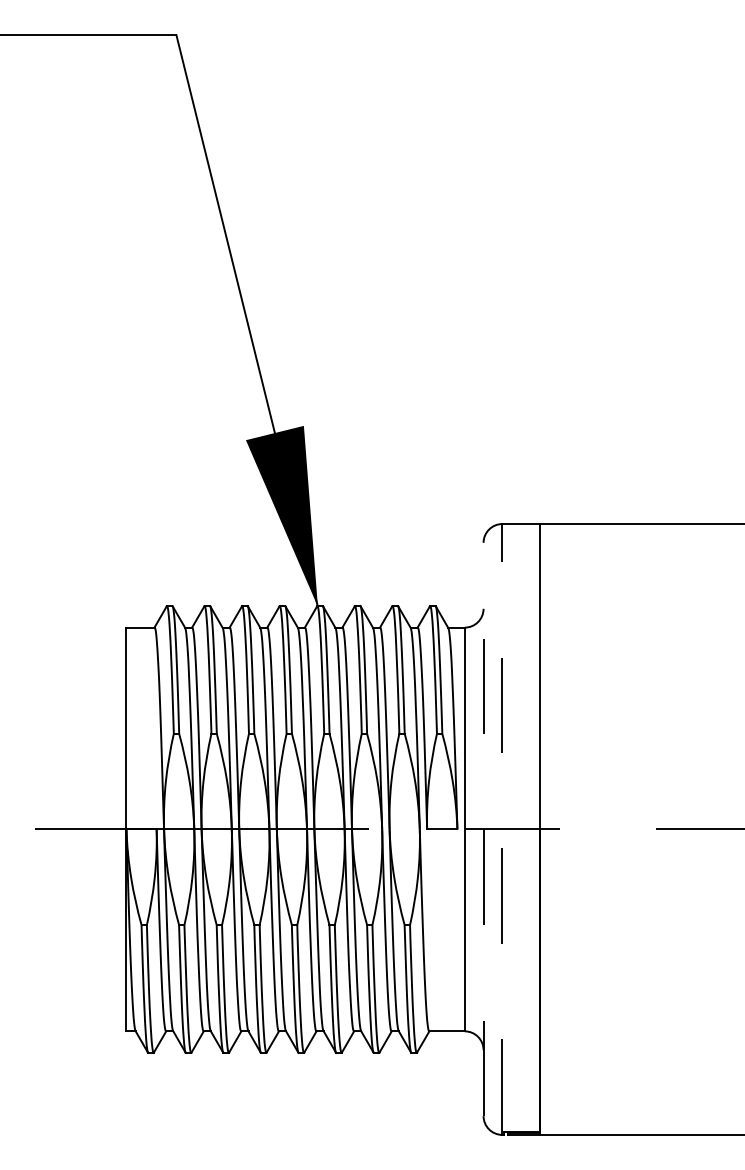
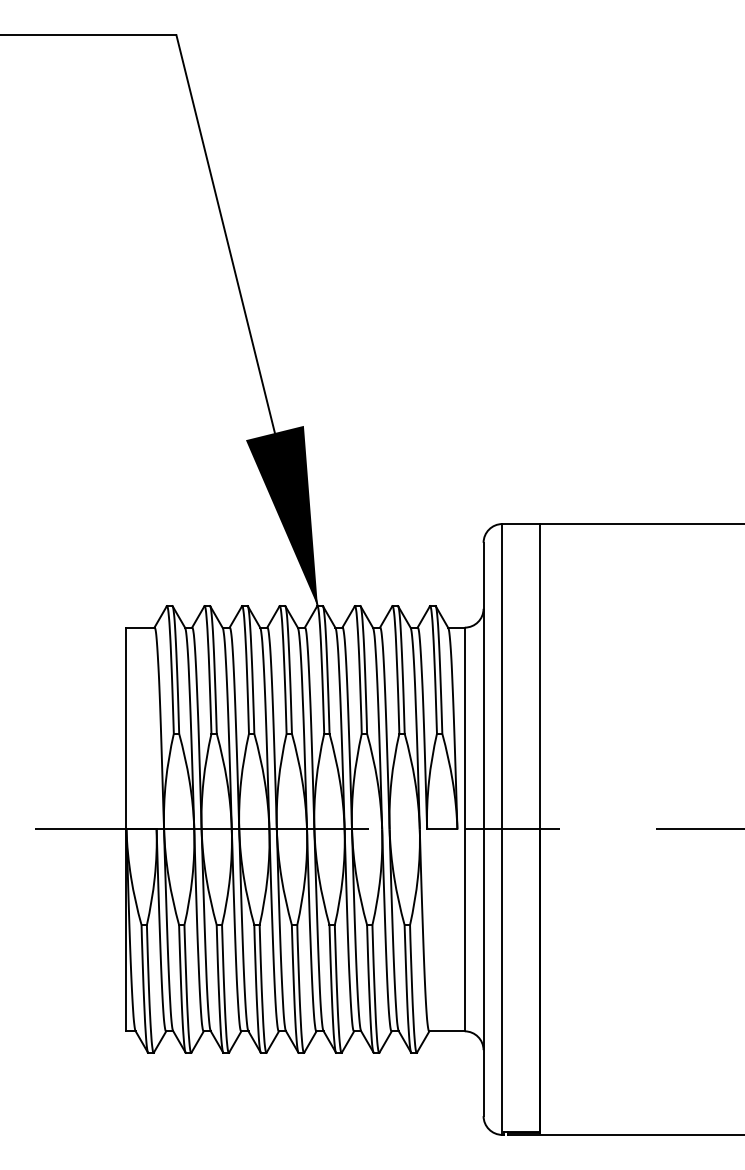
line at (502, 828): dashed -> solid
line at (483, 829): dashed -> solid
